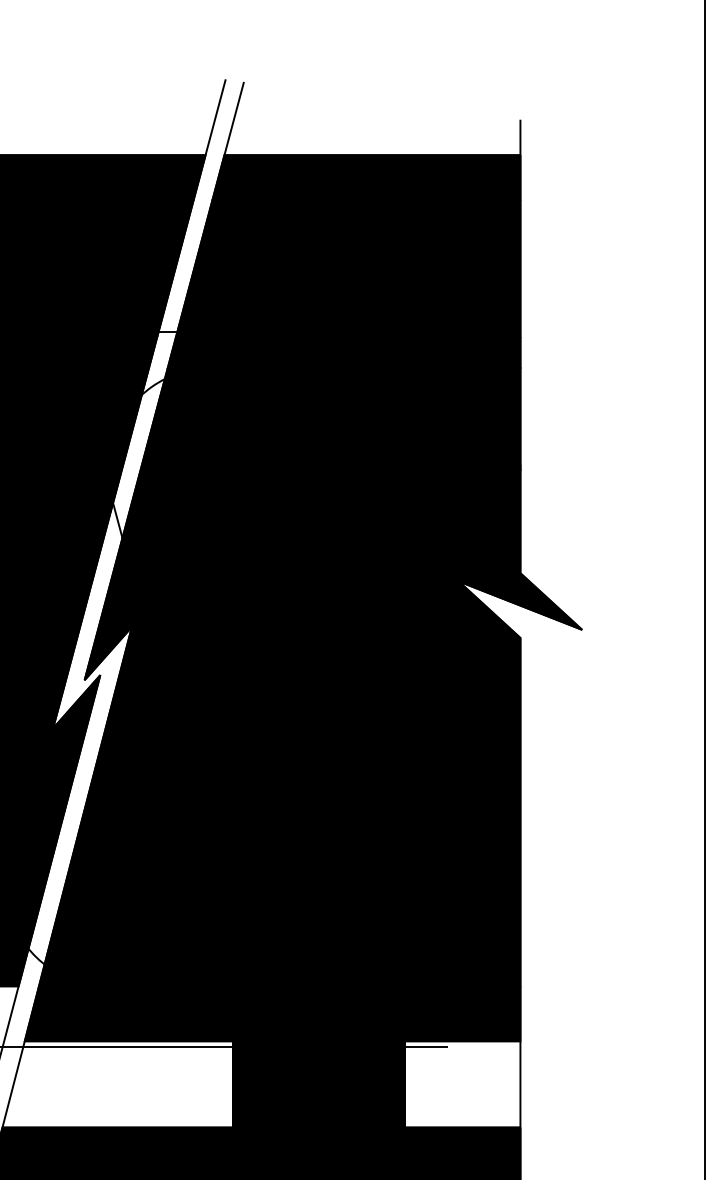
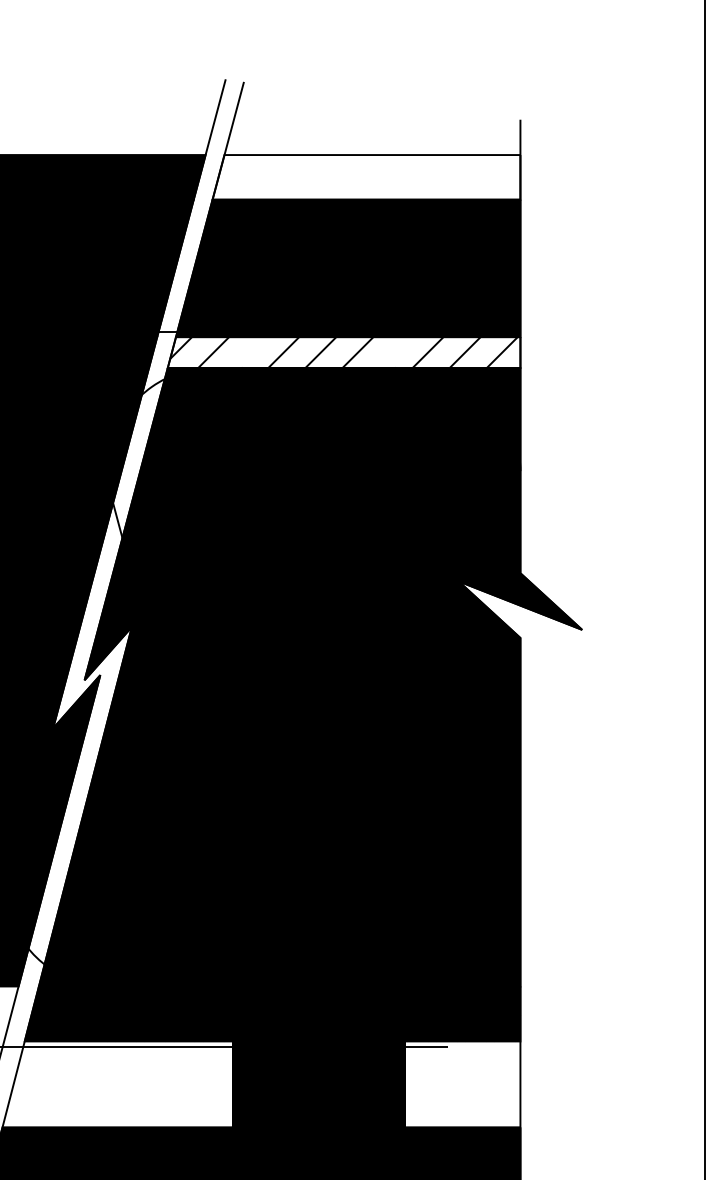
fill at (366, 177): present -> none
fill at (343, 352): present -> none
